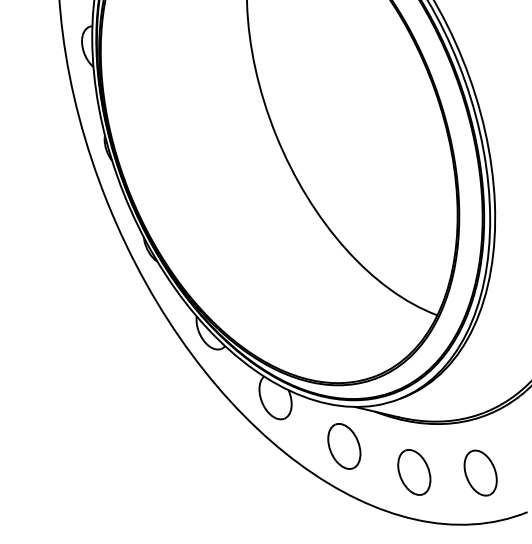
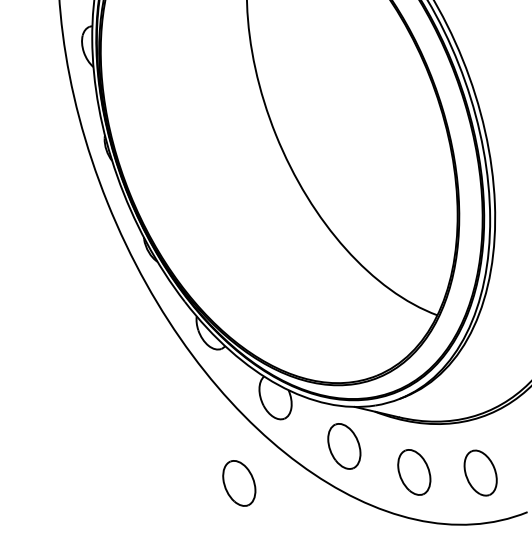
part at (239, 483): none -> present
